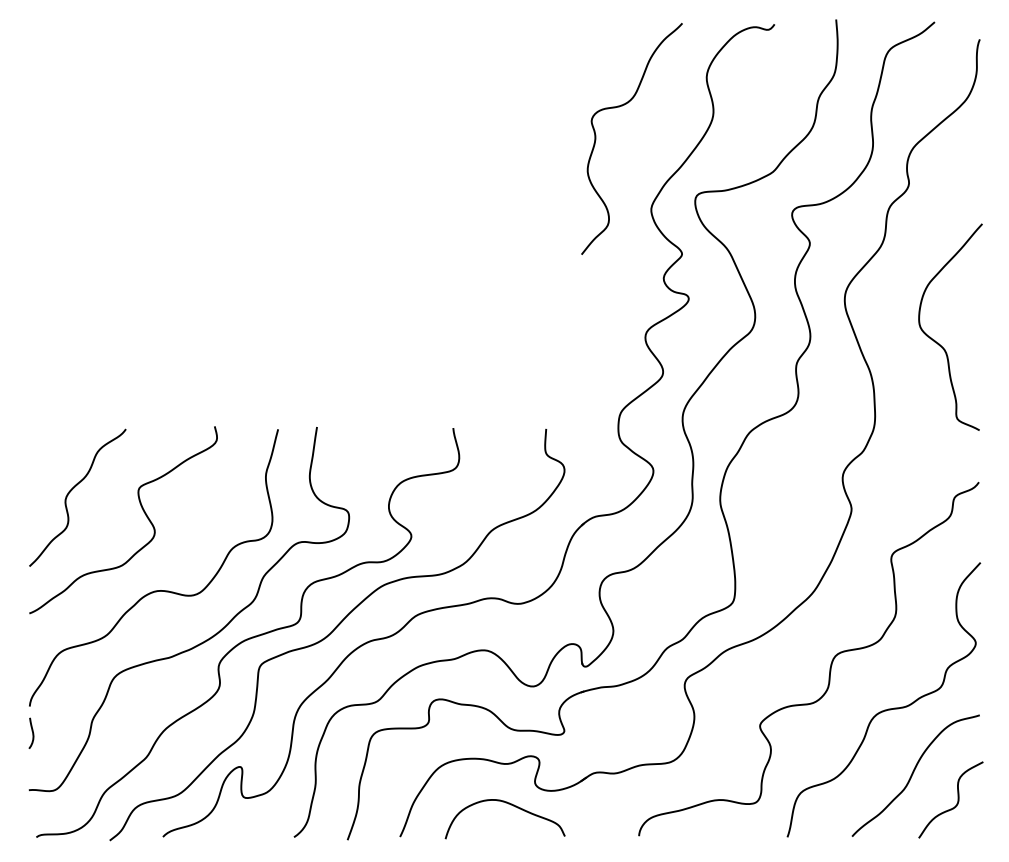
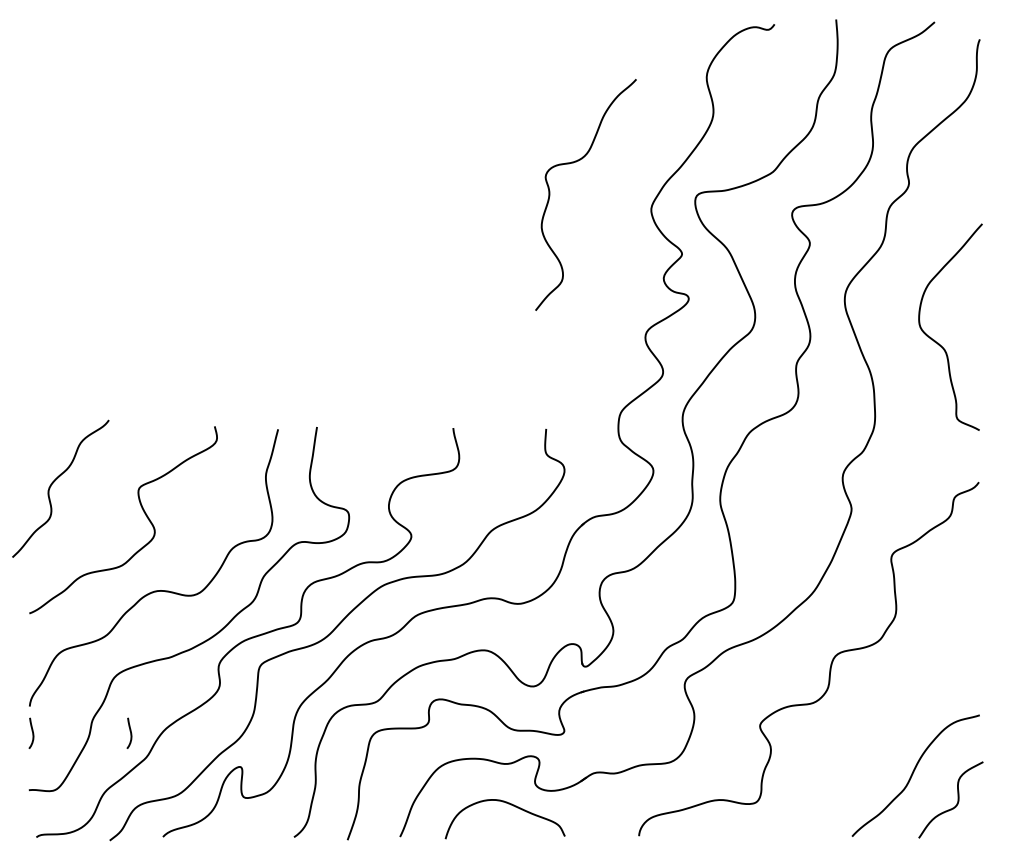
curve at (622, 106) position: (622, 106) -> (576, 162)
curve at (71, 491) position: (71, 491) -> (54, 482)
curve at (884, 709): present -> none
curve at (129, 731): none -> present
